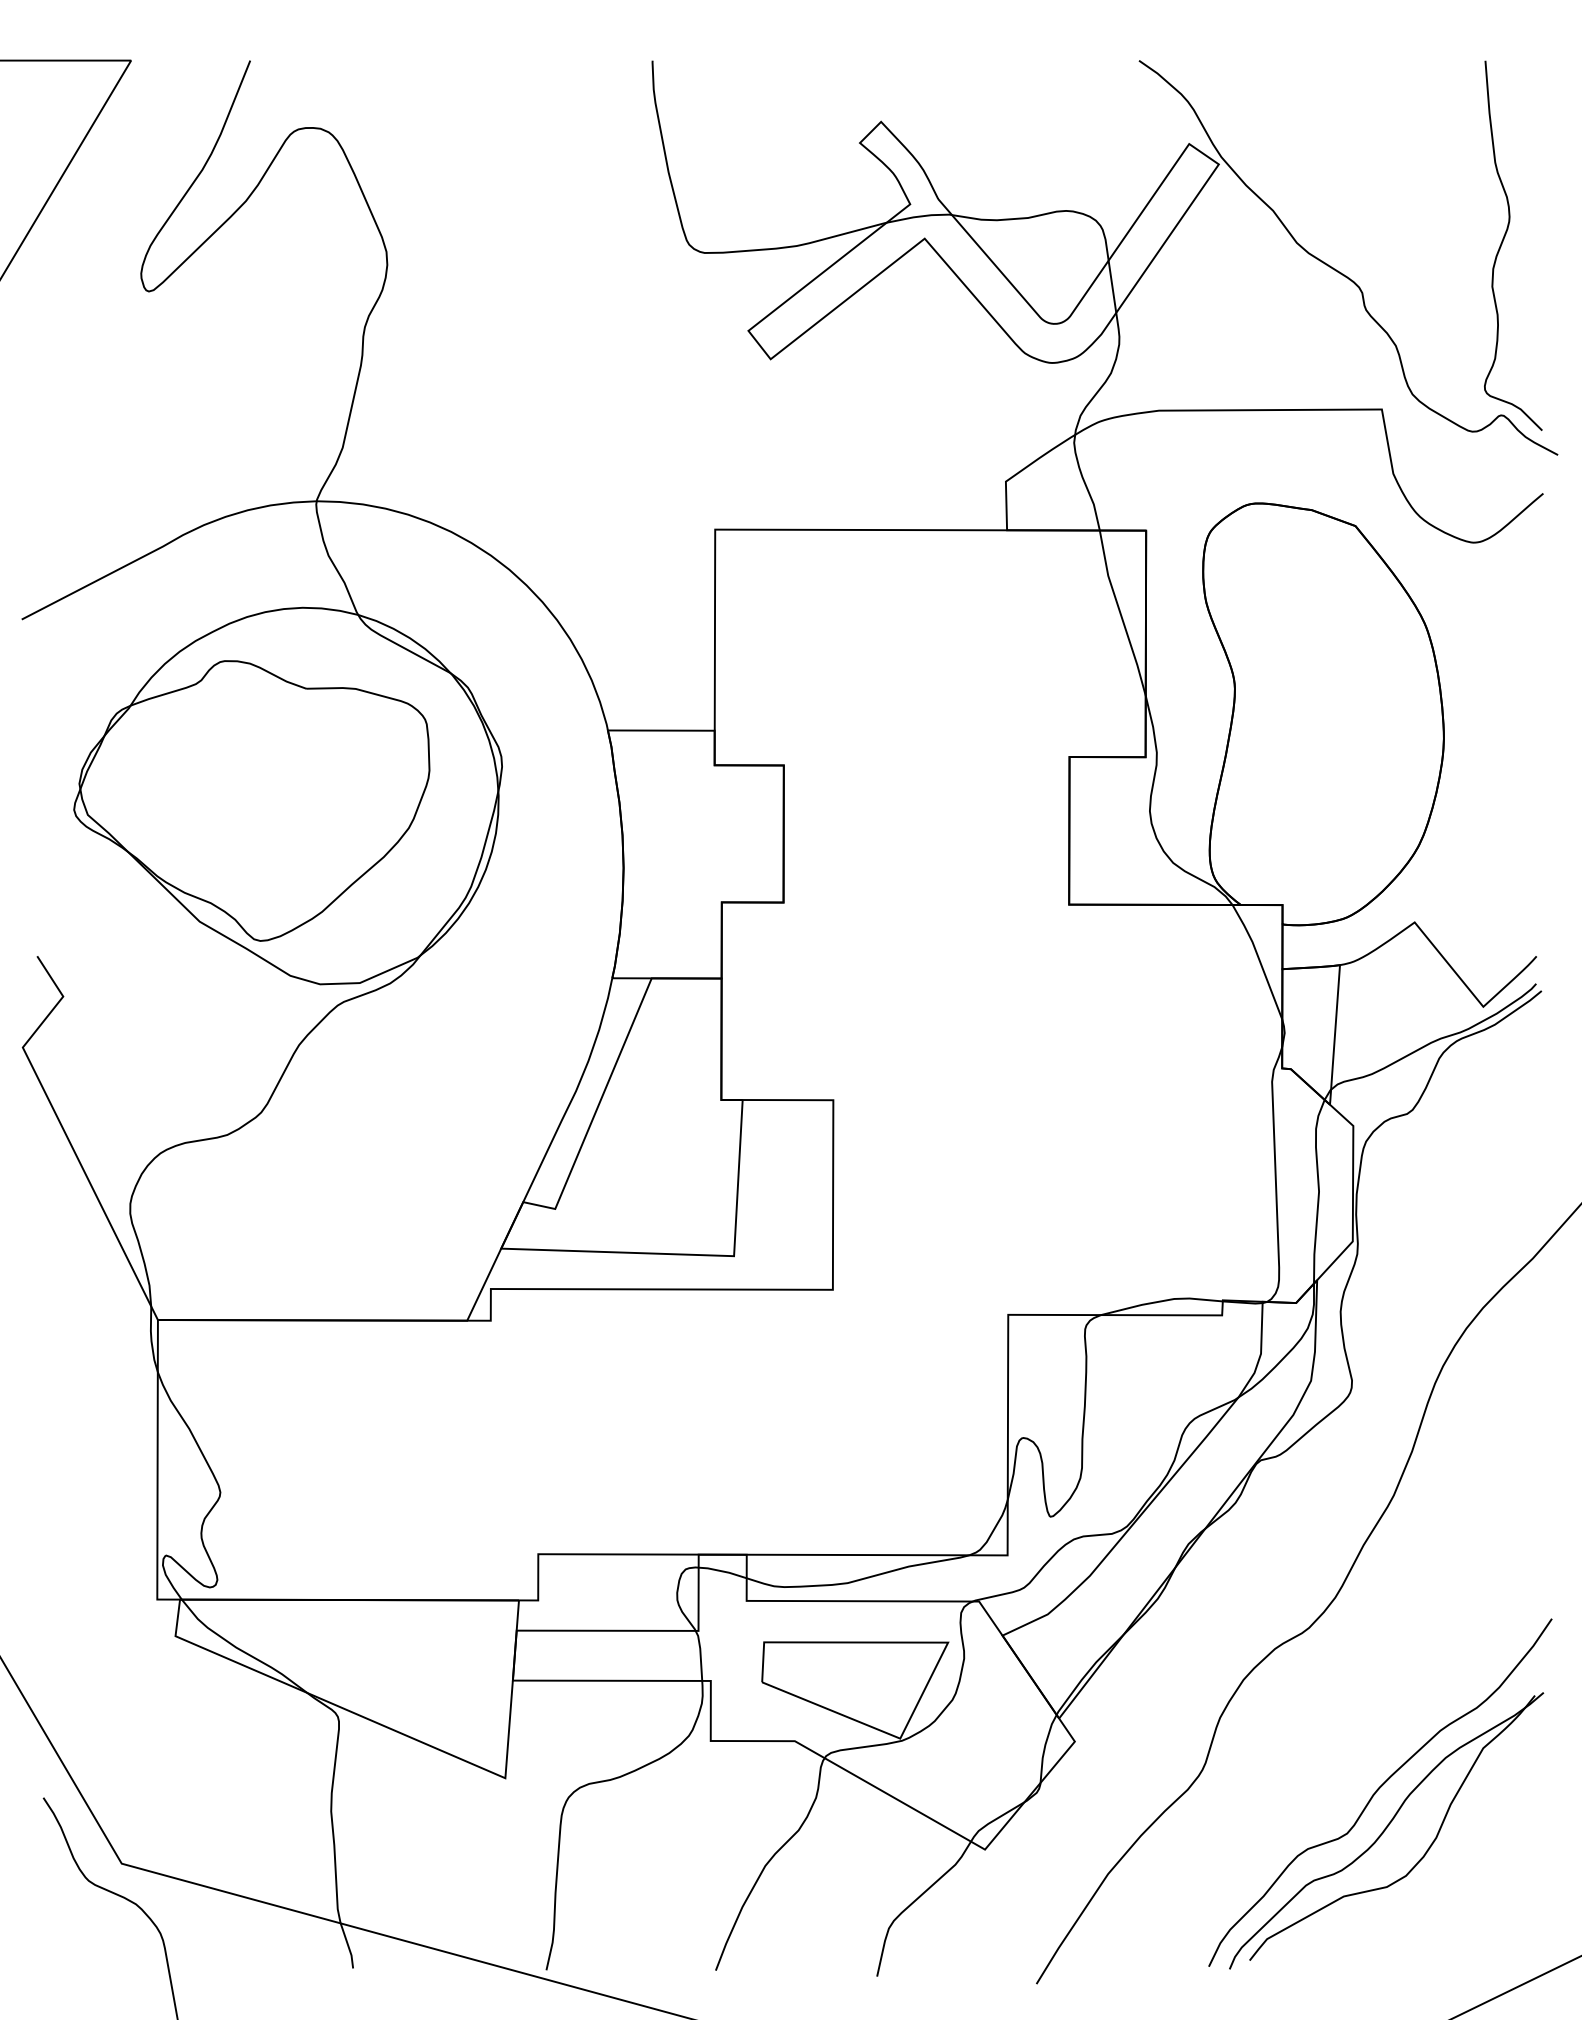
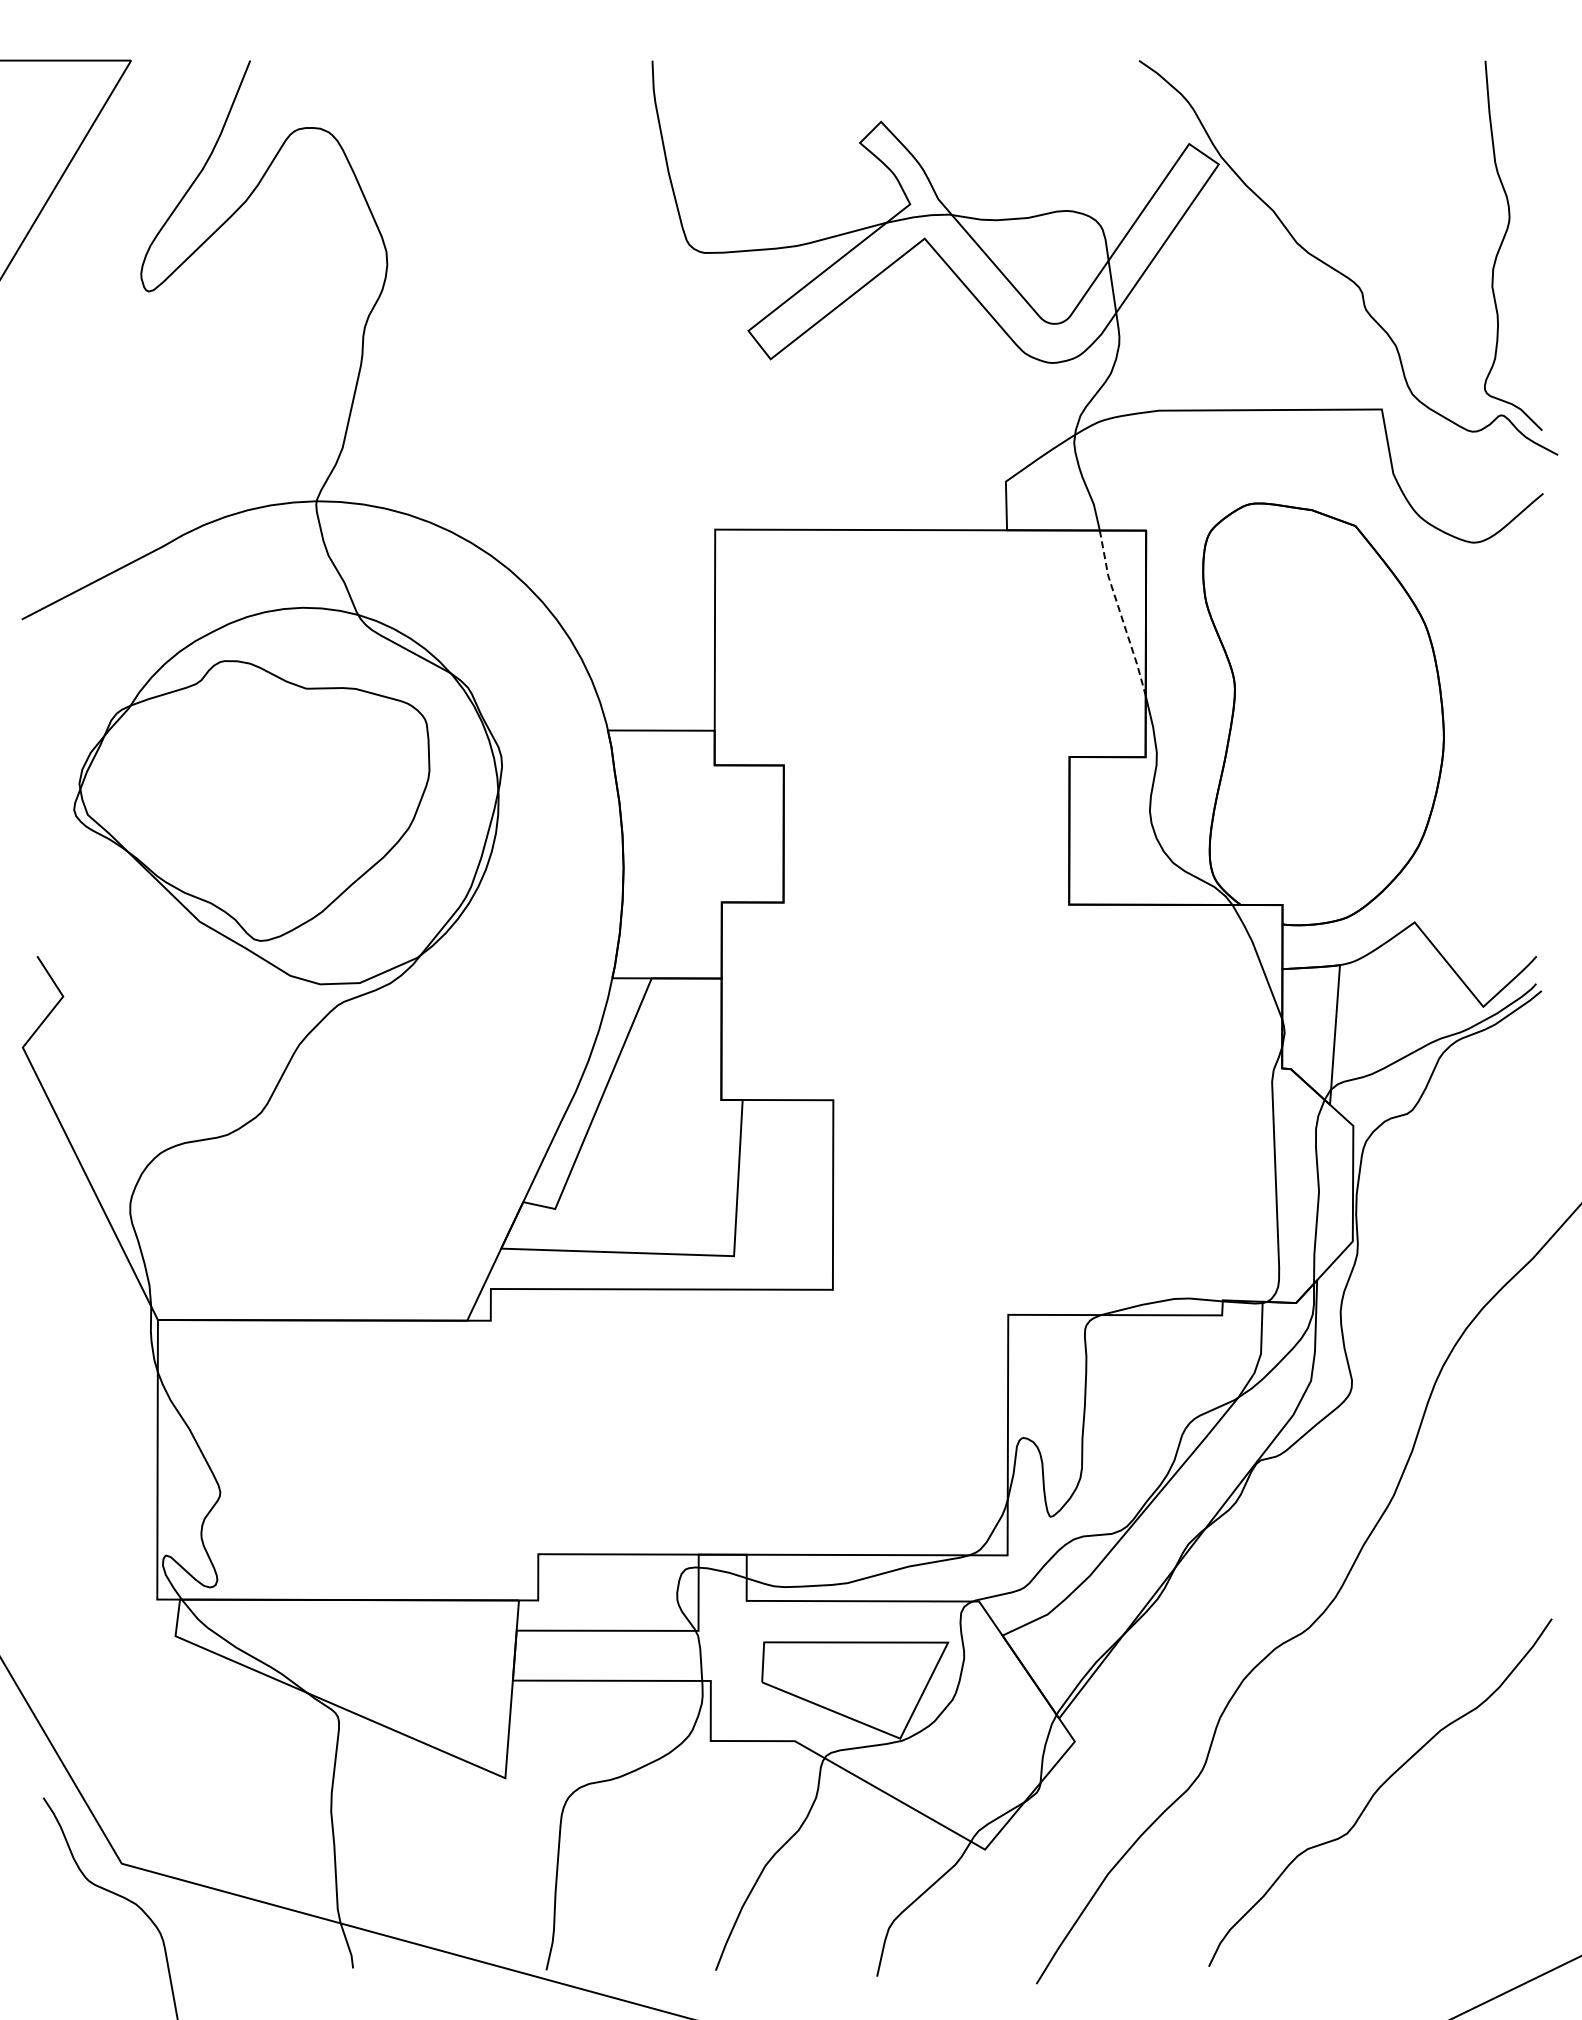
line at (1120, 613): solid -> dashed
part at (1386, 1830): present -> none
